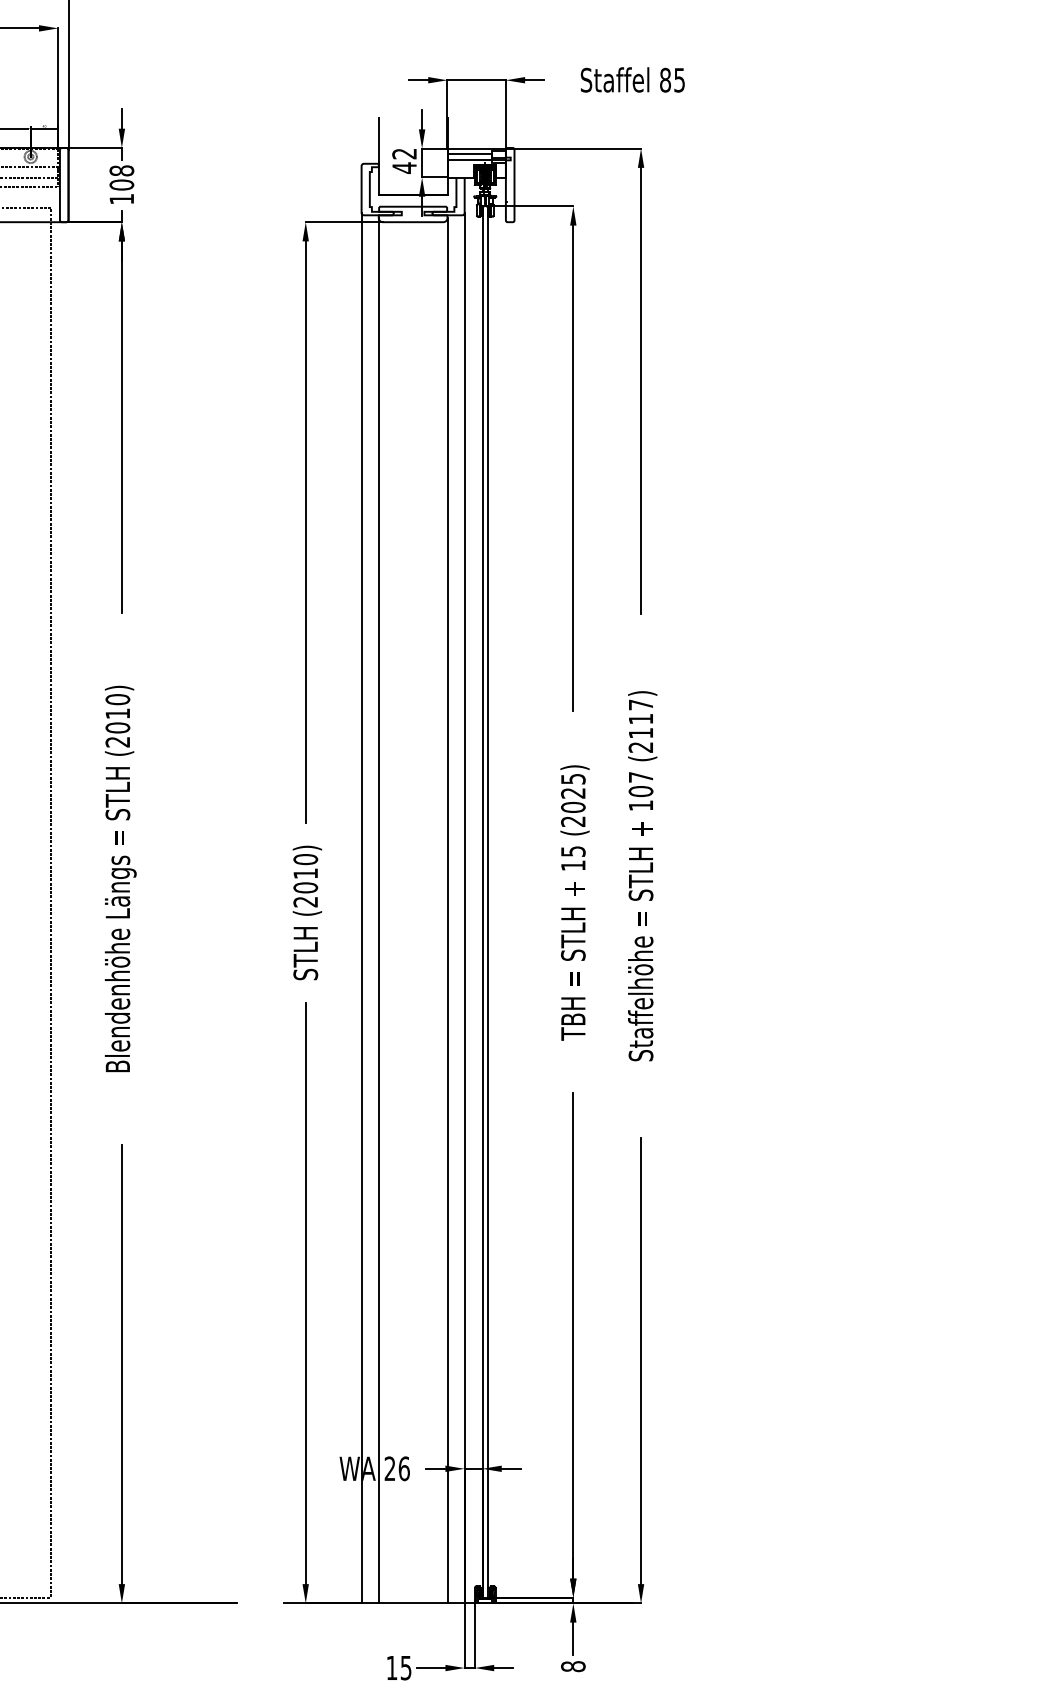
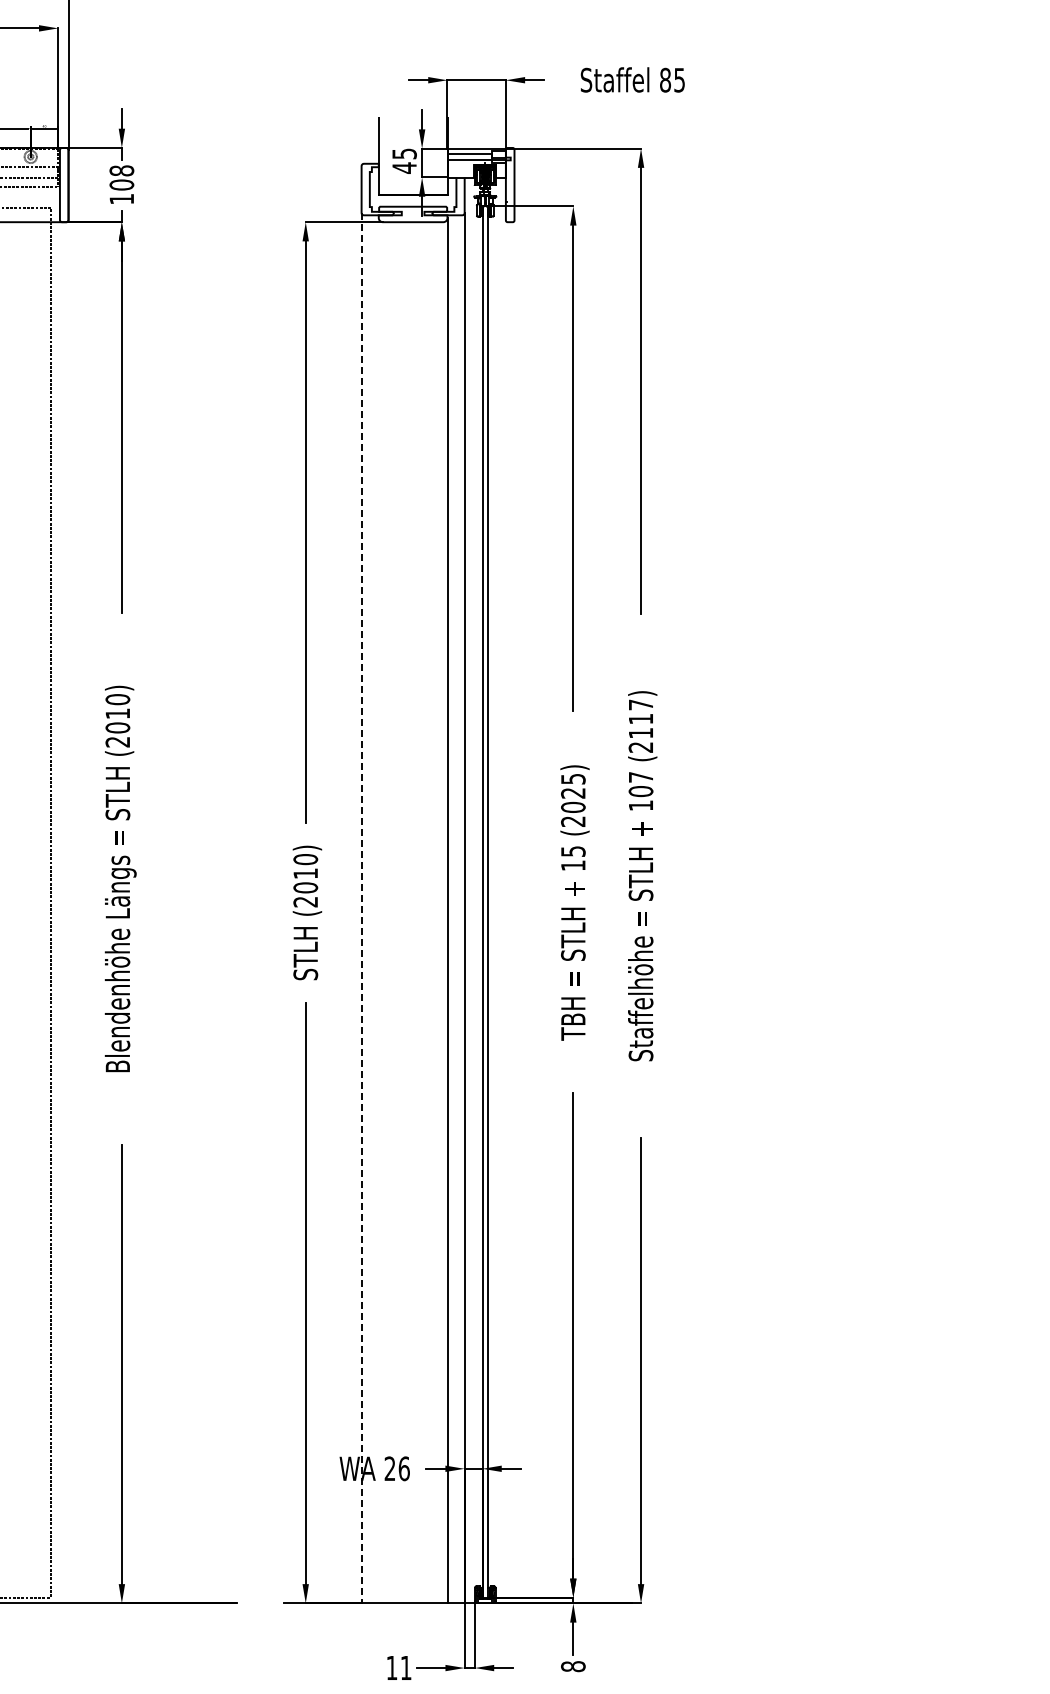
text at (404, 153): 42 -> 45
line at (361, 908): solid -> dashed
line at (378, 910): present -> none
text at (405, 1668): 15 -> 11
